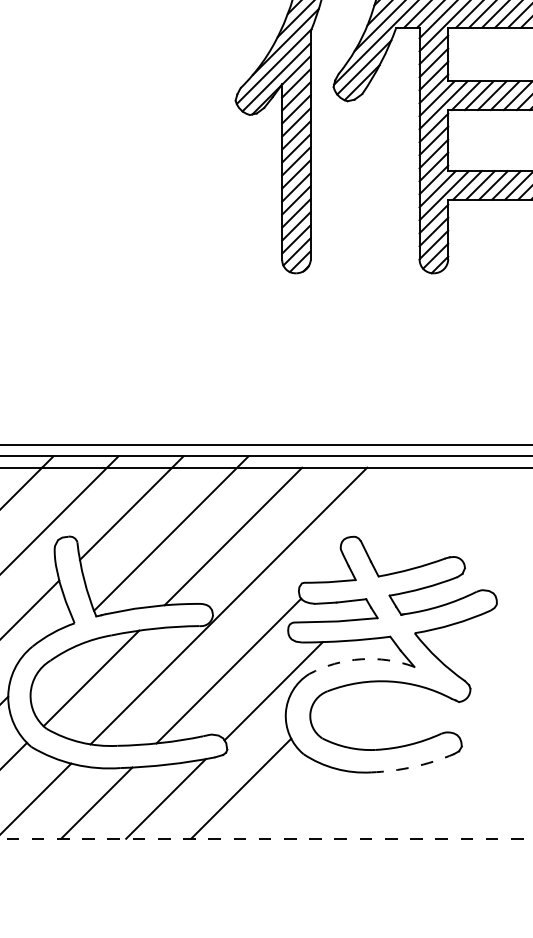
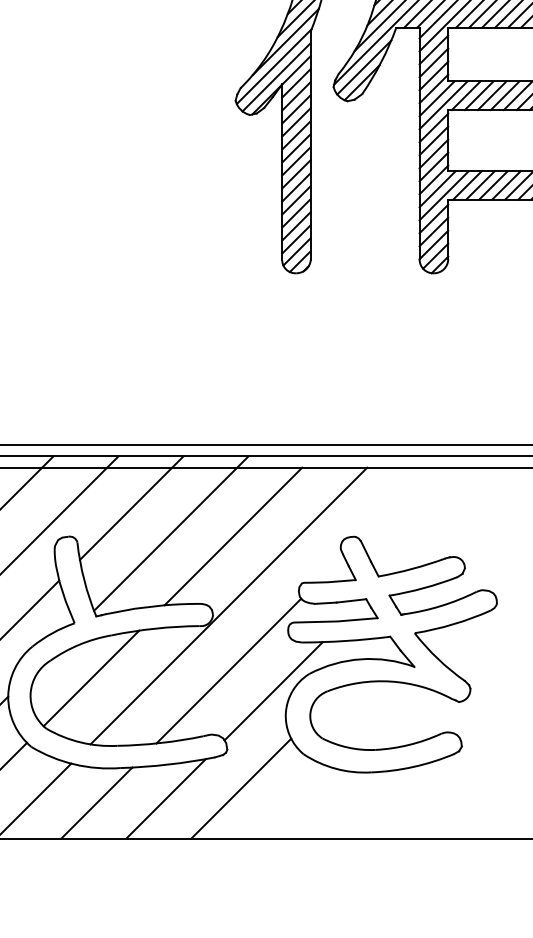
arc at (361, 659): dashed -> solid
arc at (413, 766): dashed -> solid
line at (266, 838): dashed -> solid
